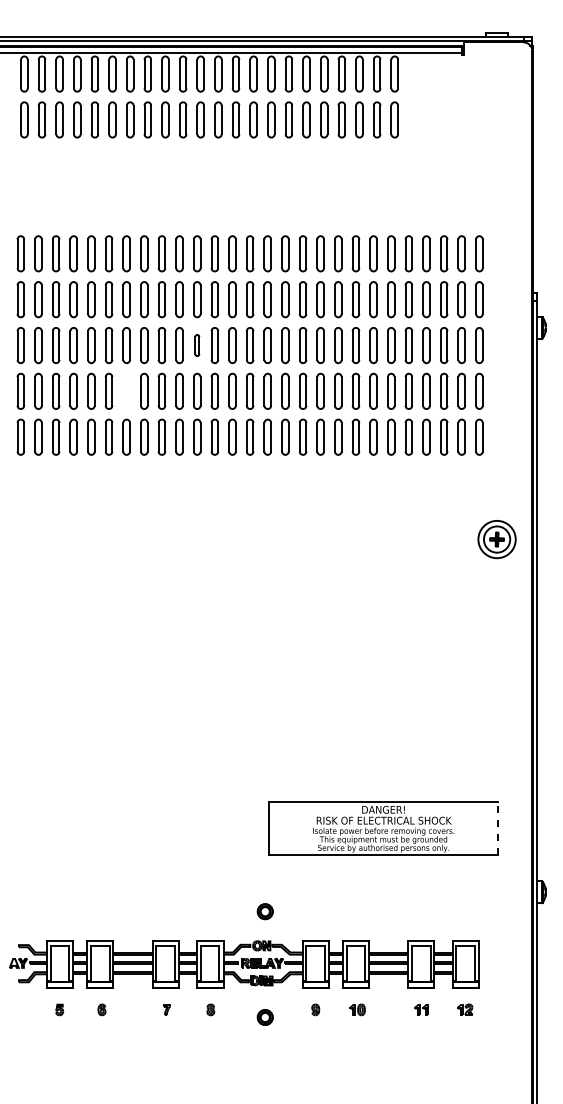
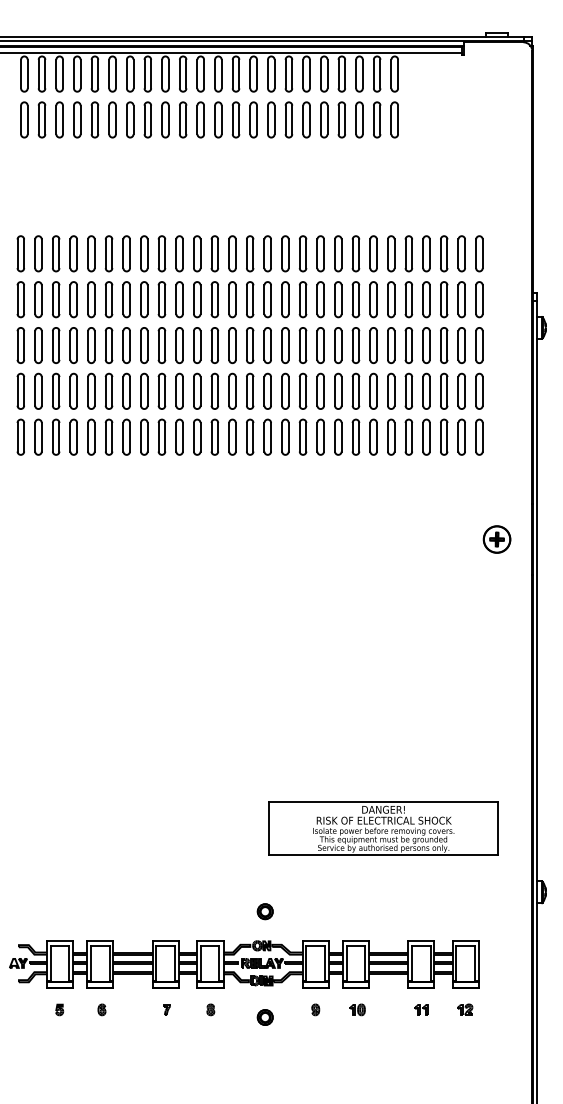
part at (197, 345) size: 7x23 px -> 9x37 px
part at (126, 390): none -> present
circle at (496, 539) diameter: 37 px -> 27 px
line at (498, 828): dashed -> solid
